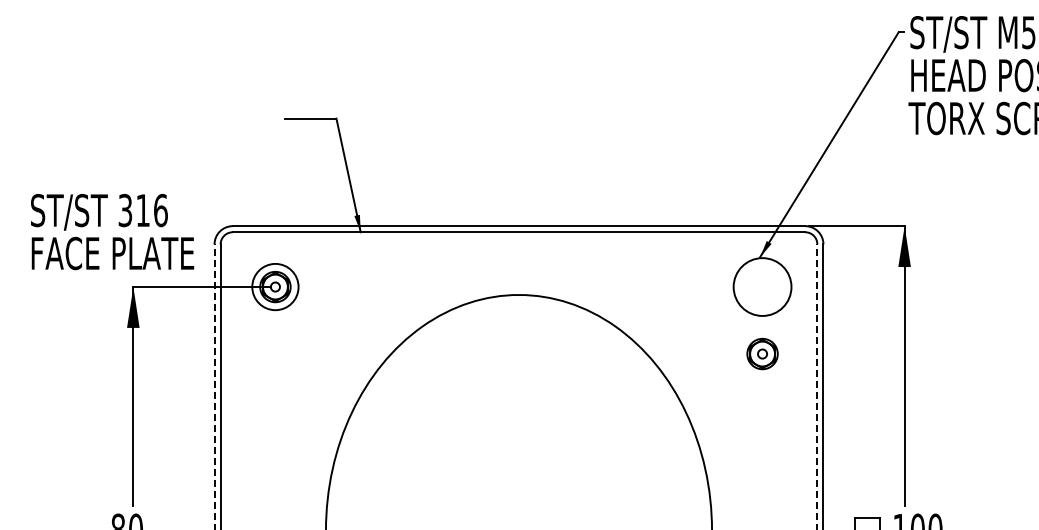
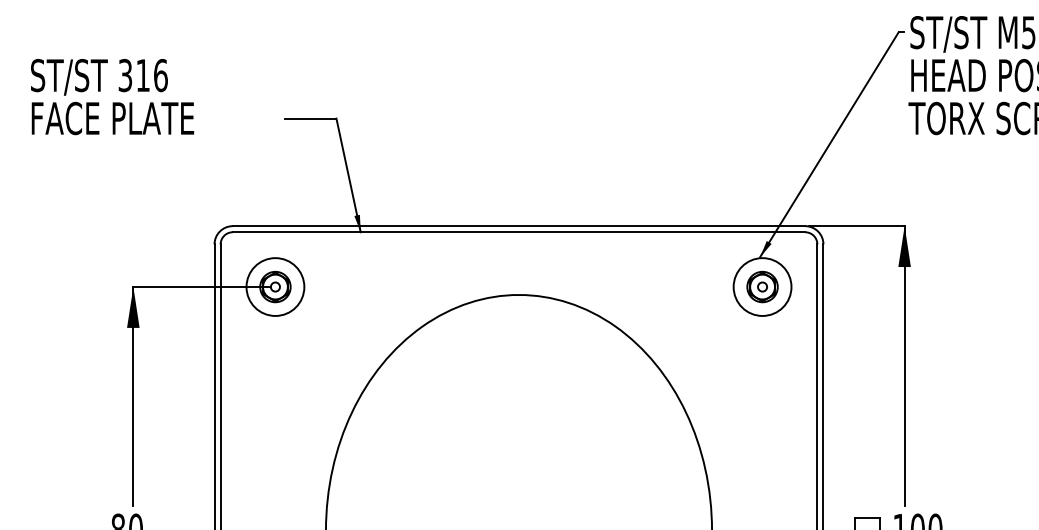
text at (112, 232) position: (112, 232) -> (112, 97)
circle at (275, 286) diameter: 46 px -> 58 px
part at (762, 353) position: (762, 353) -> (762, 286)
line at (214, 386): dashed -> solid
line at (817, 386): dashed -> solid
